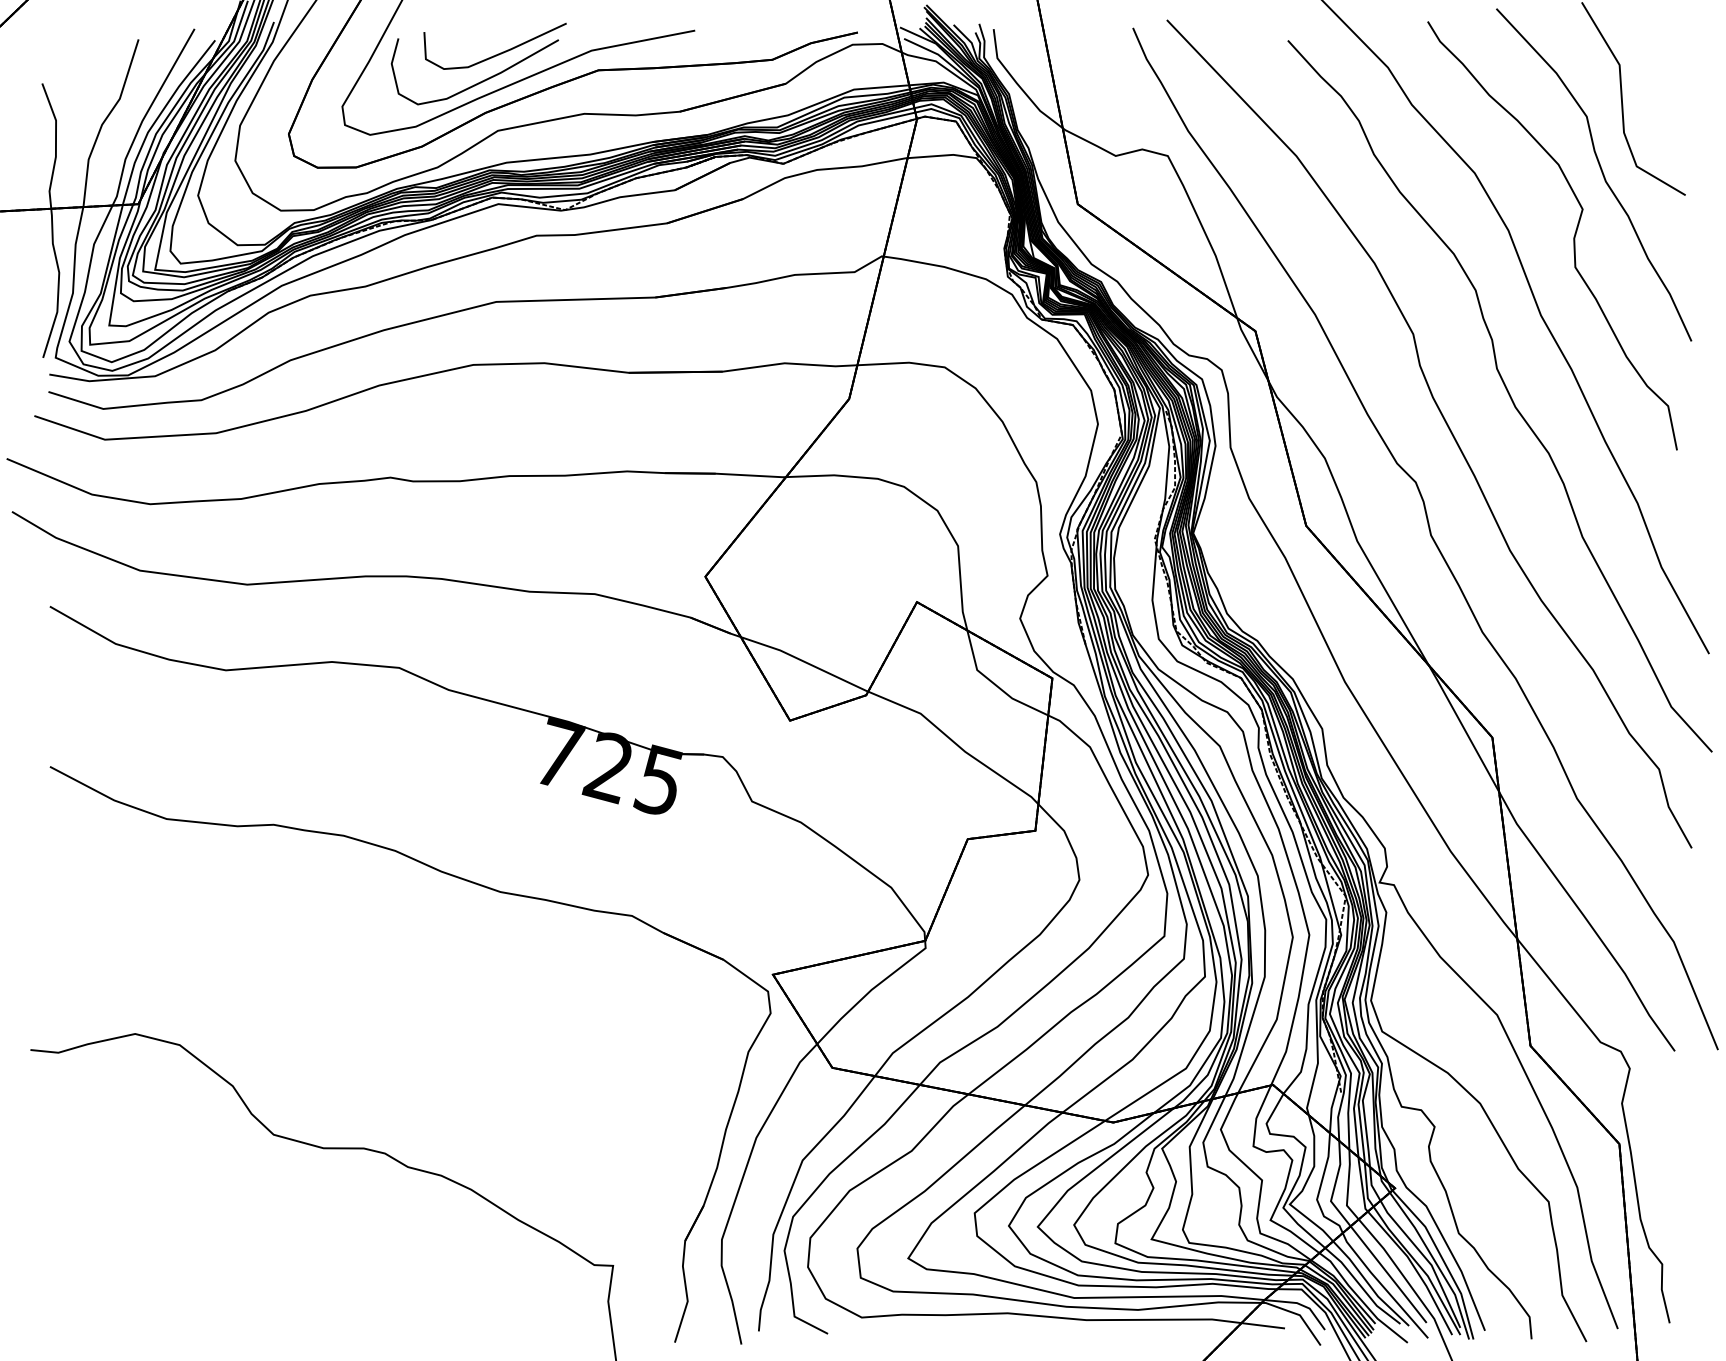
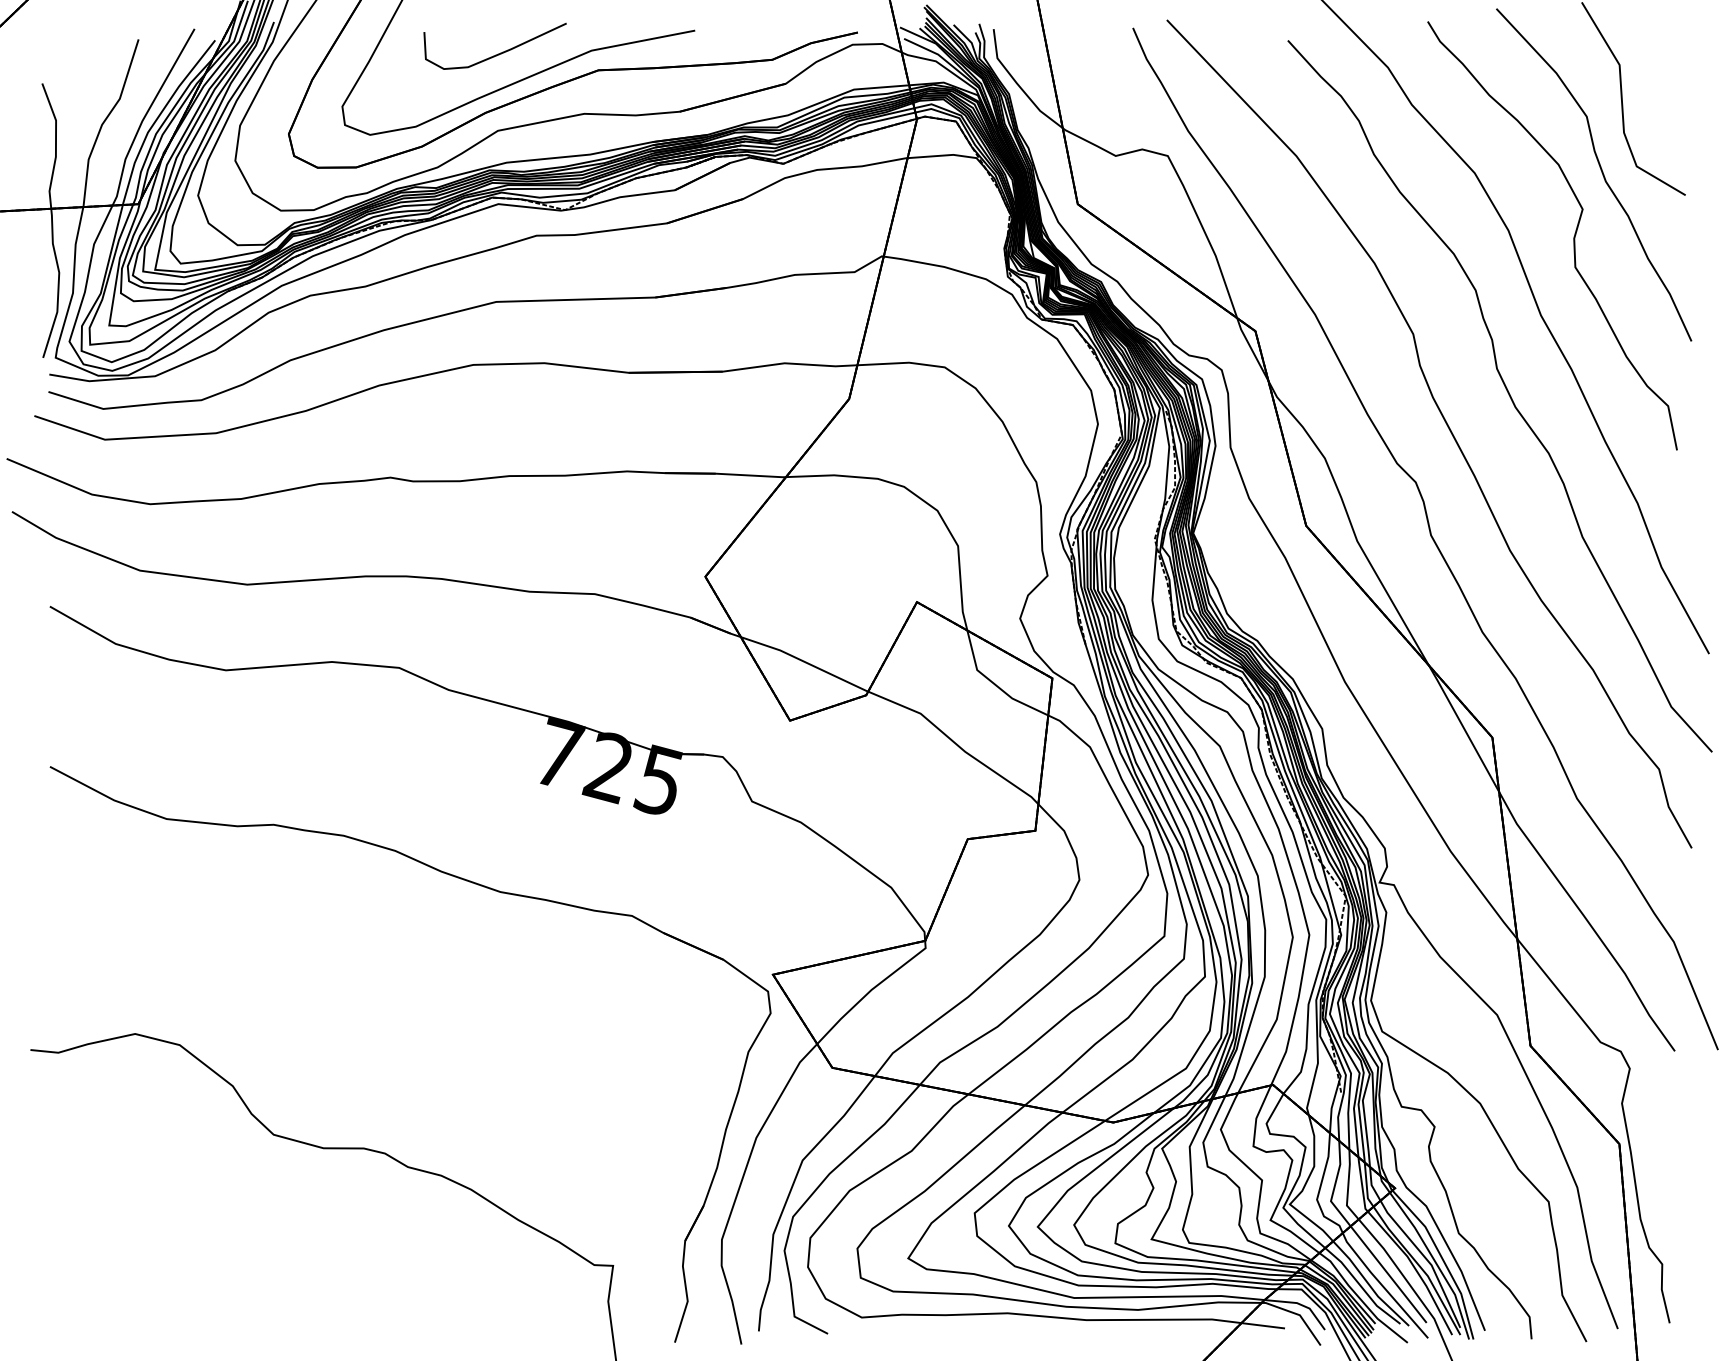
curve at (480, 81): present -> none
